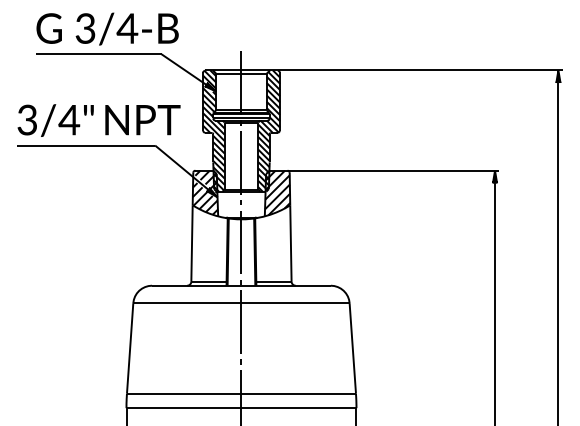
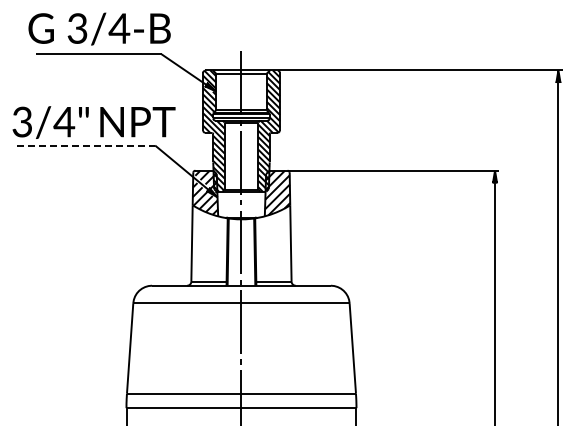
text at (107, 28) position: (107, 28) -> (99, 28)
text at (98, 120) position: (98, 120) -> (93, 122)
line at (86, 145): solid -> dashed
